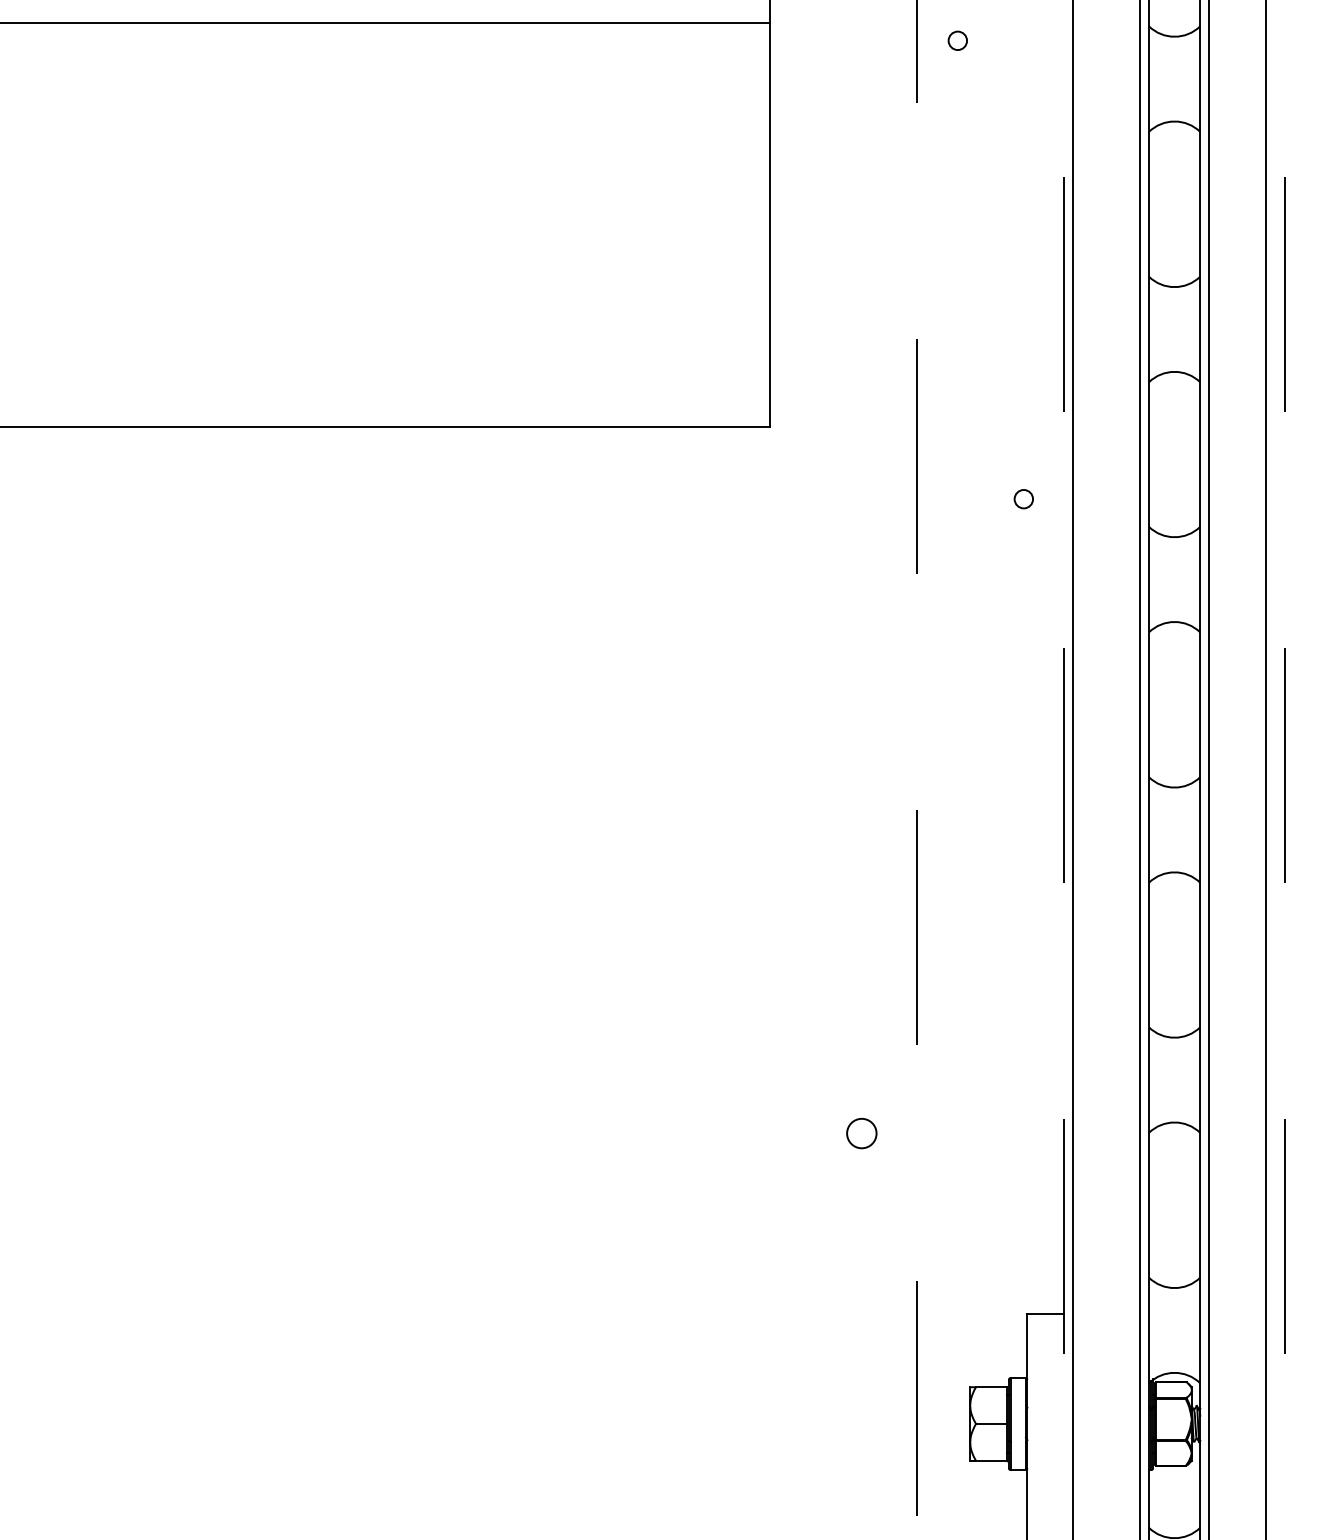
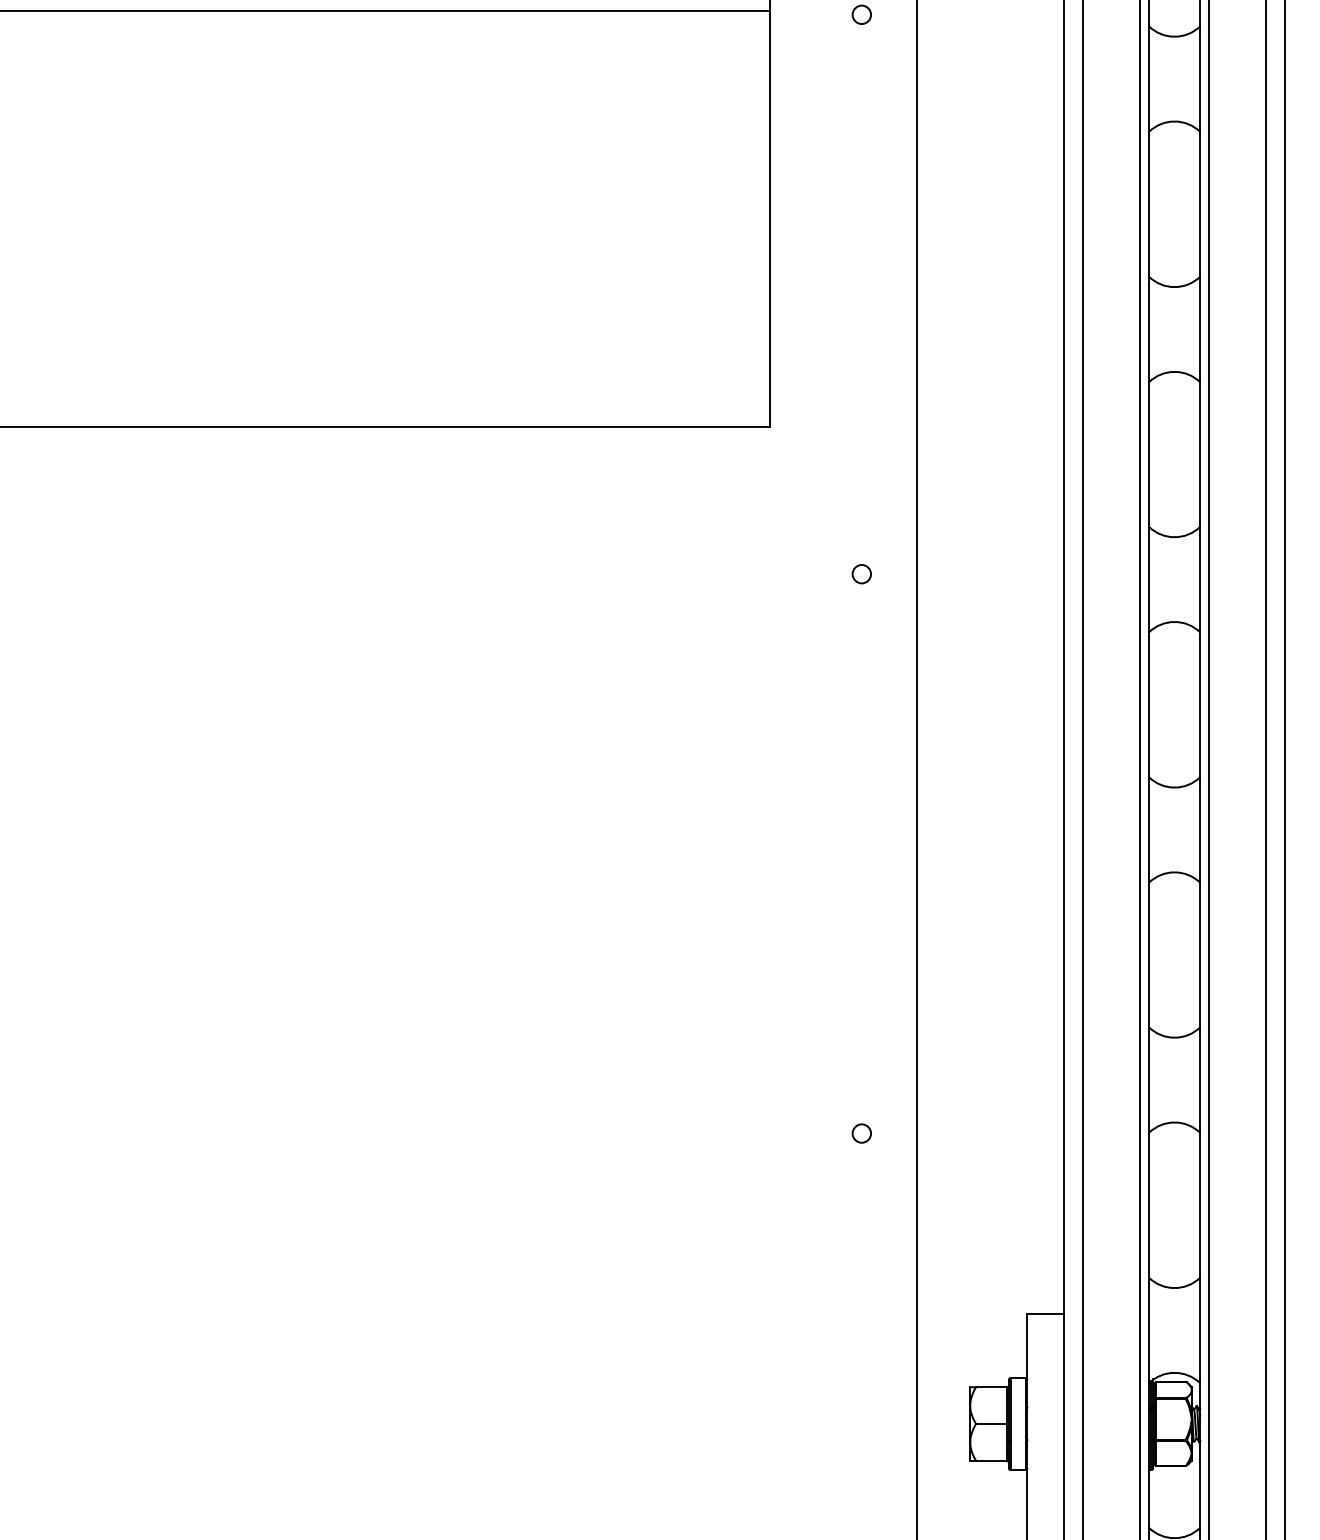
line at (385, 22) position: (385, 22) -> (385, 10)
circle at (957, 40) position: (957, 40) -> (861, 14)
circle at (1023, 499) position: (1023, 499) -> (861, 574)
line at (1064, 769): dashed -> solid
line at (1072, 769) position: (1072, 769) -> (1082, 769)
line at (1284, 769): dashed -> solid
line at (916, 770): dashed -> solid
circle at (861, 1133) diameter: 29 px -> 18 px
